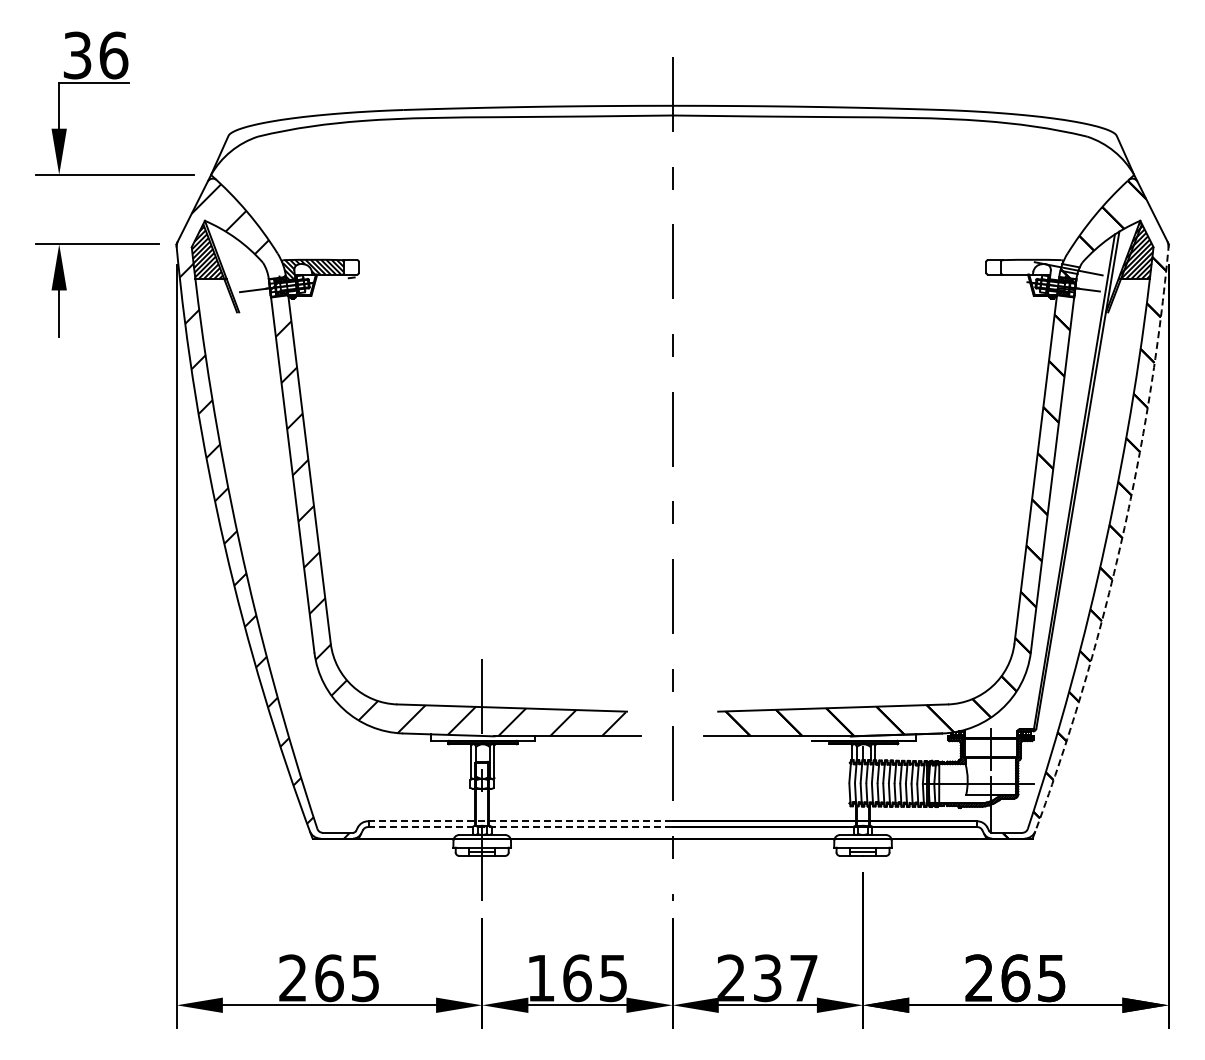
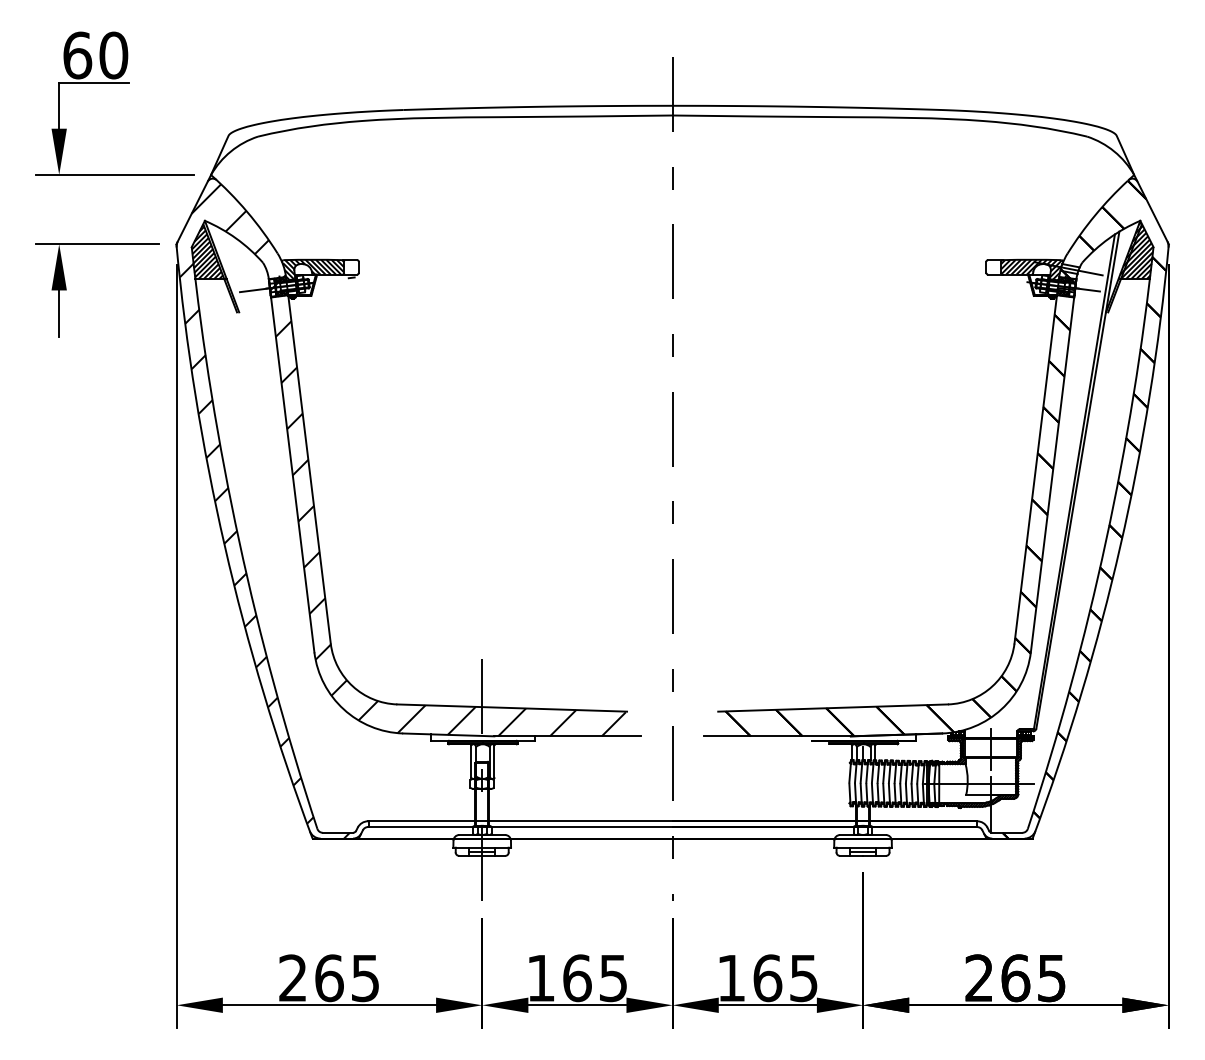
text at (95, 55): 36 -> 60
hatch at (1031, 269): none -> present
arc at (1120, 545): dashed -> solid
line at (520, 821): dashed -> solid
line at (520, 827): dashed -> solid
text at (767, 978): 237 -> 165
